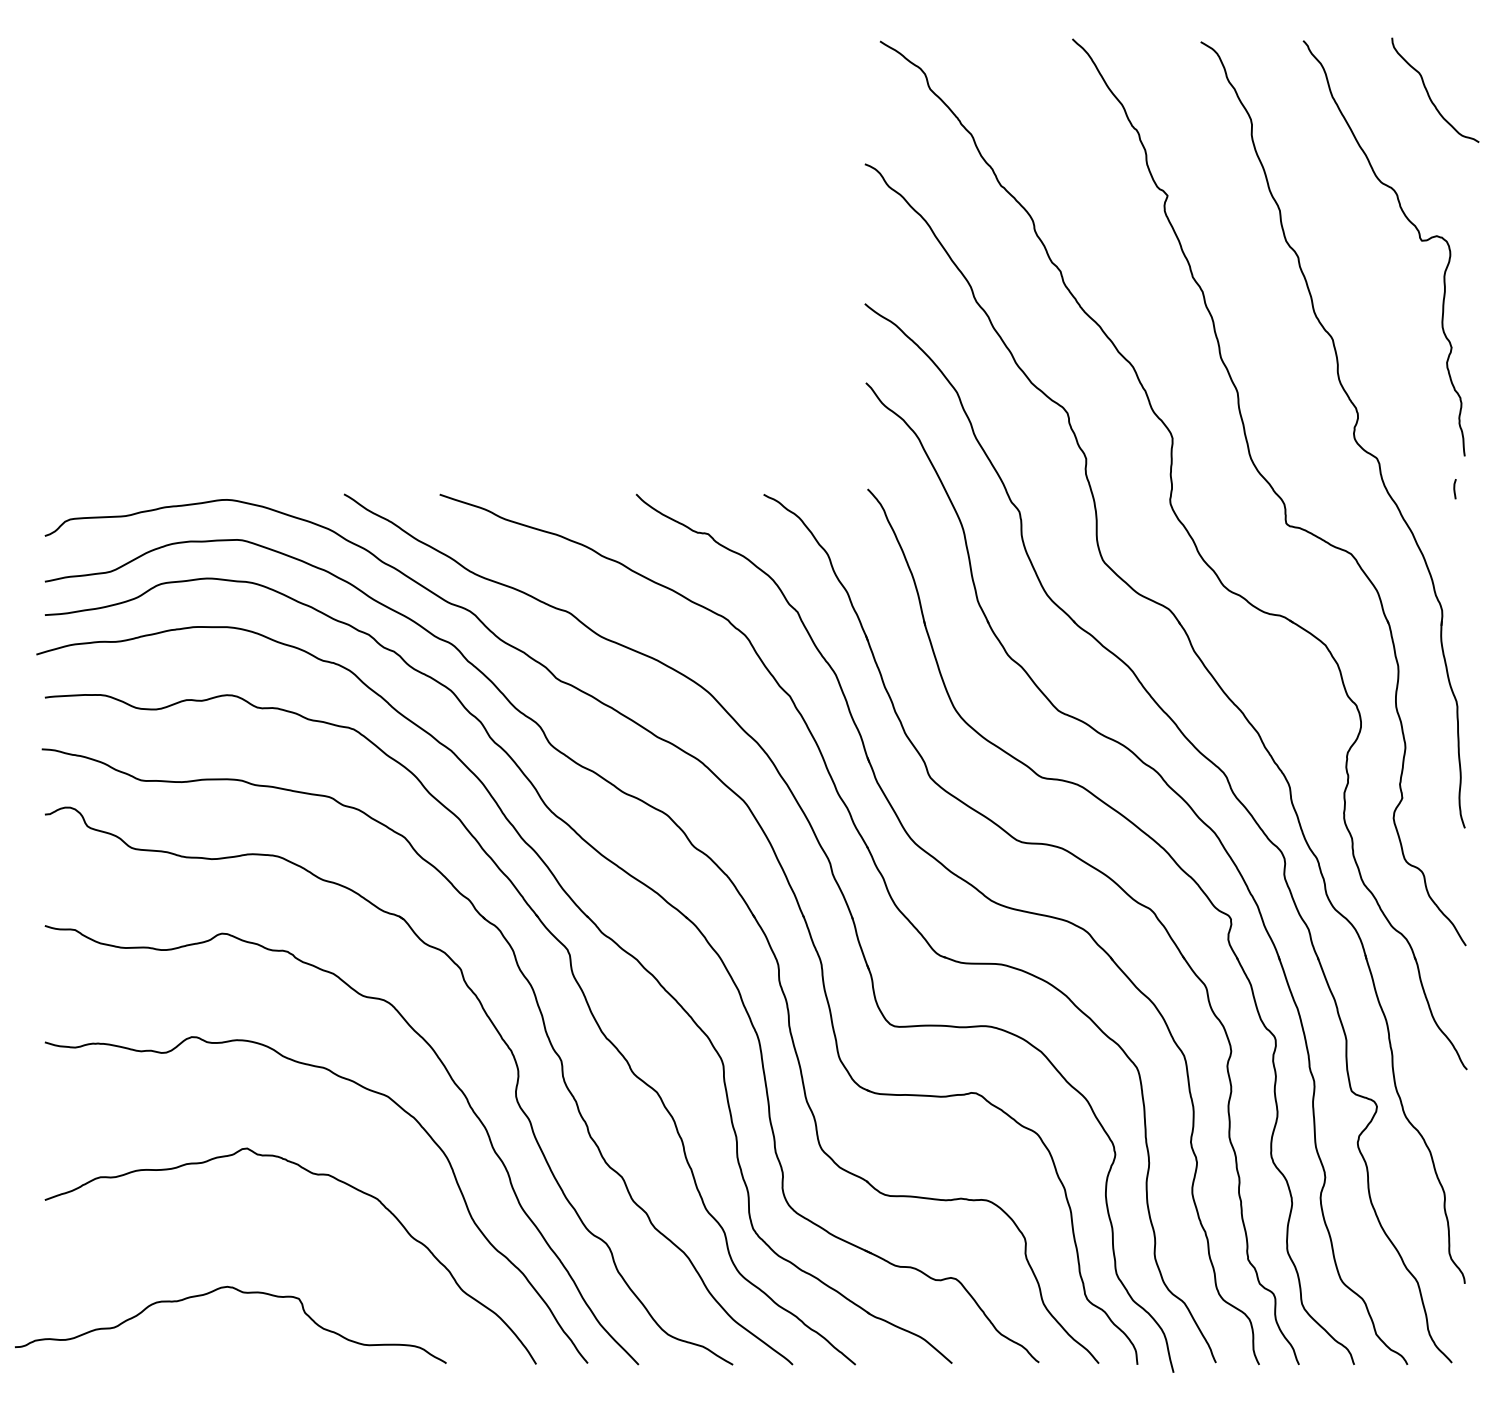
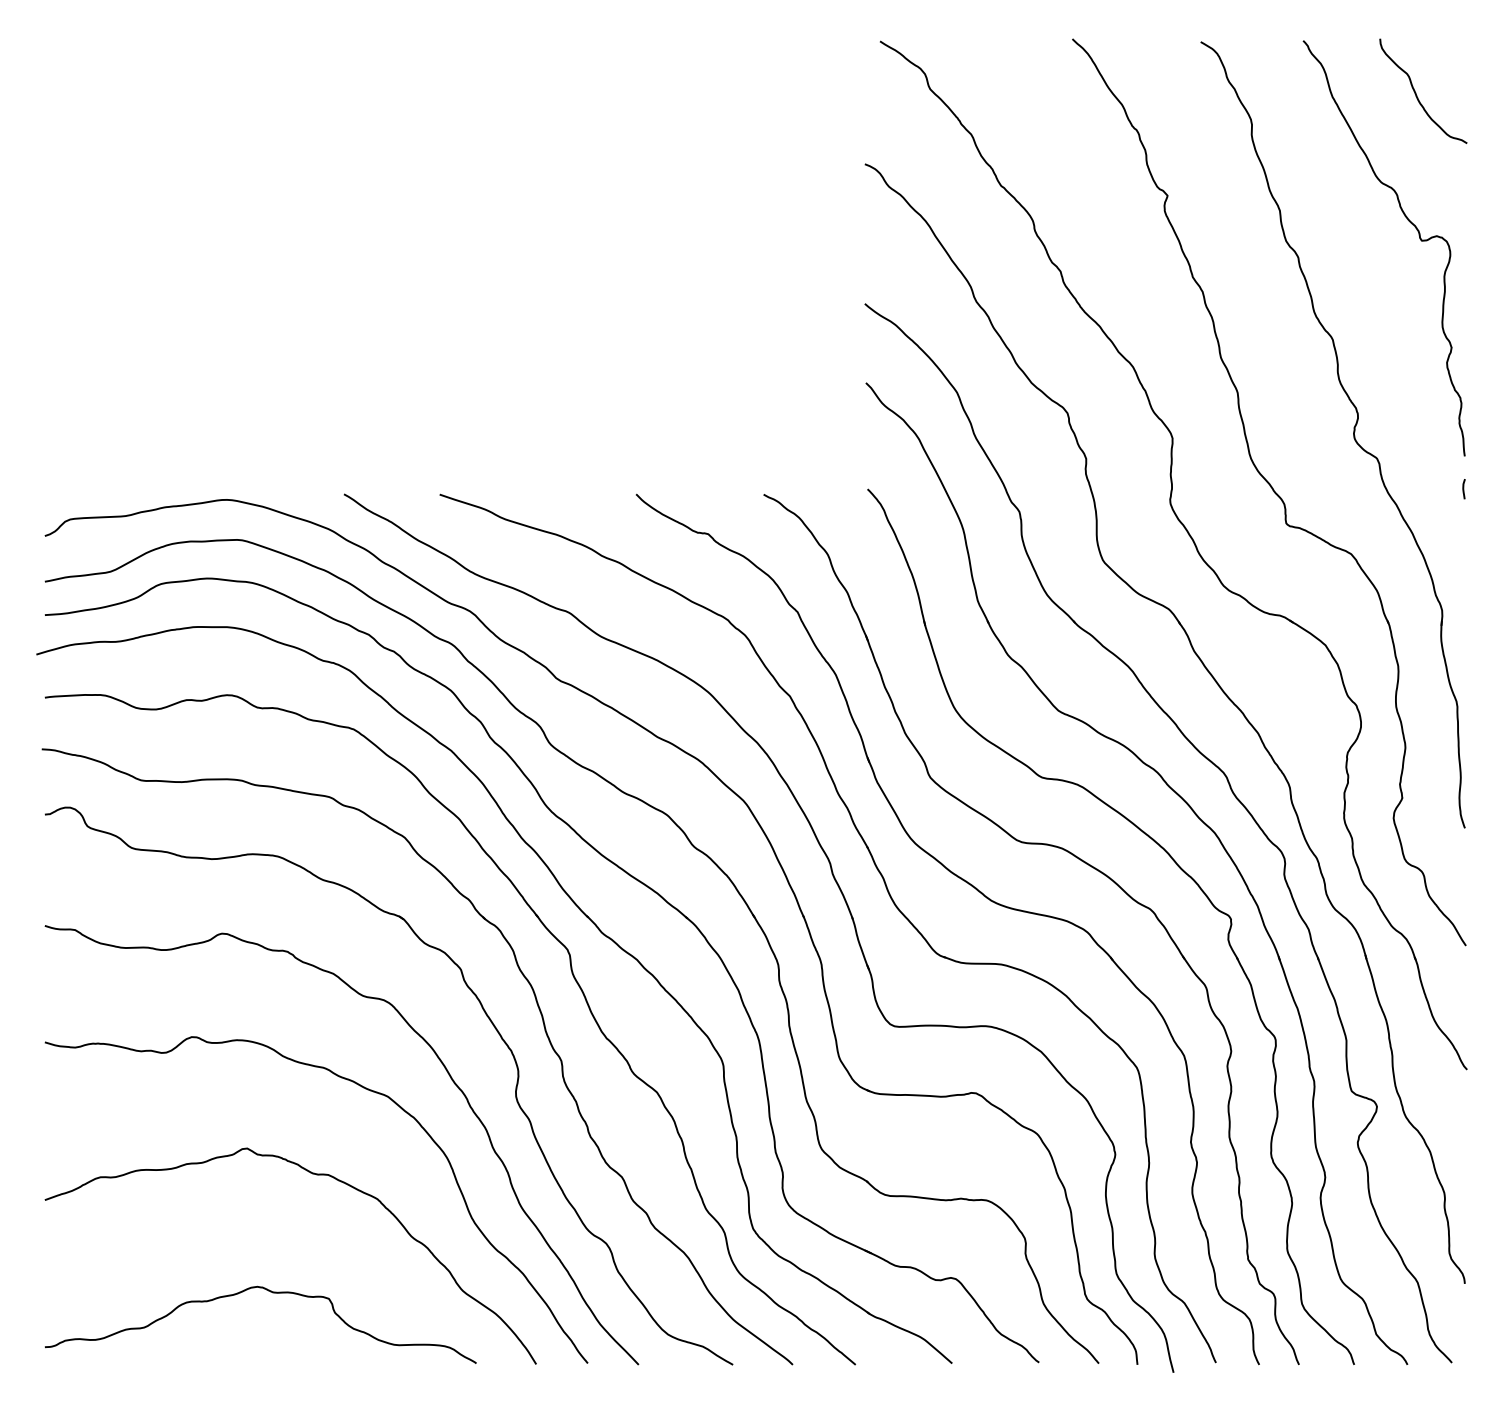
curve at (1428, 91) position: (1428, 91) -> (1416, 92)
line at (1454, 489) position: (1454, 489) -> (1463, 489)
curve at (242, 1293) position: (242, 1293) -> (272, 1293)
